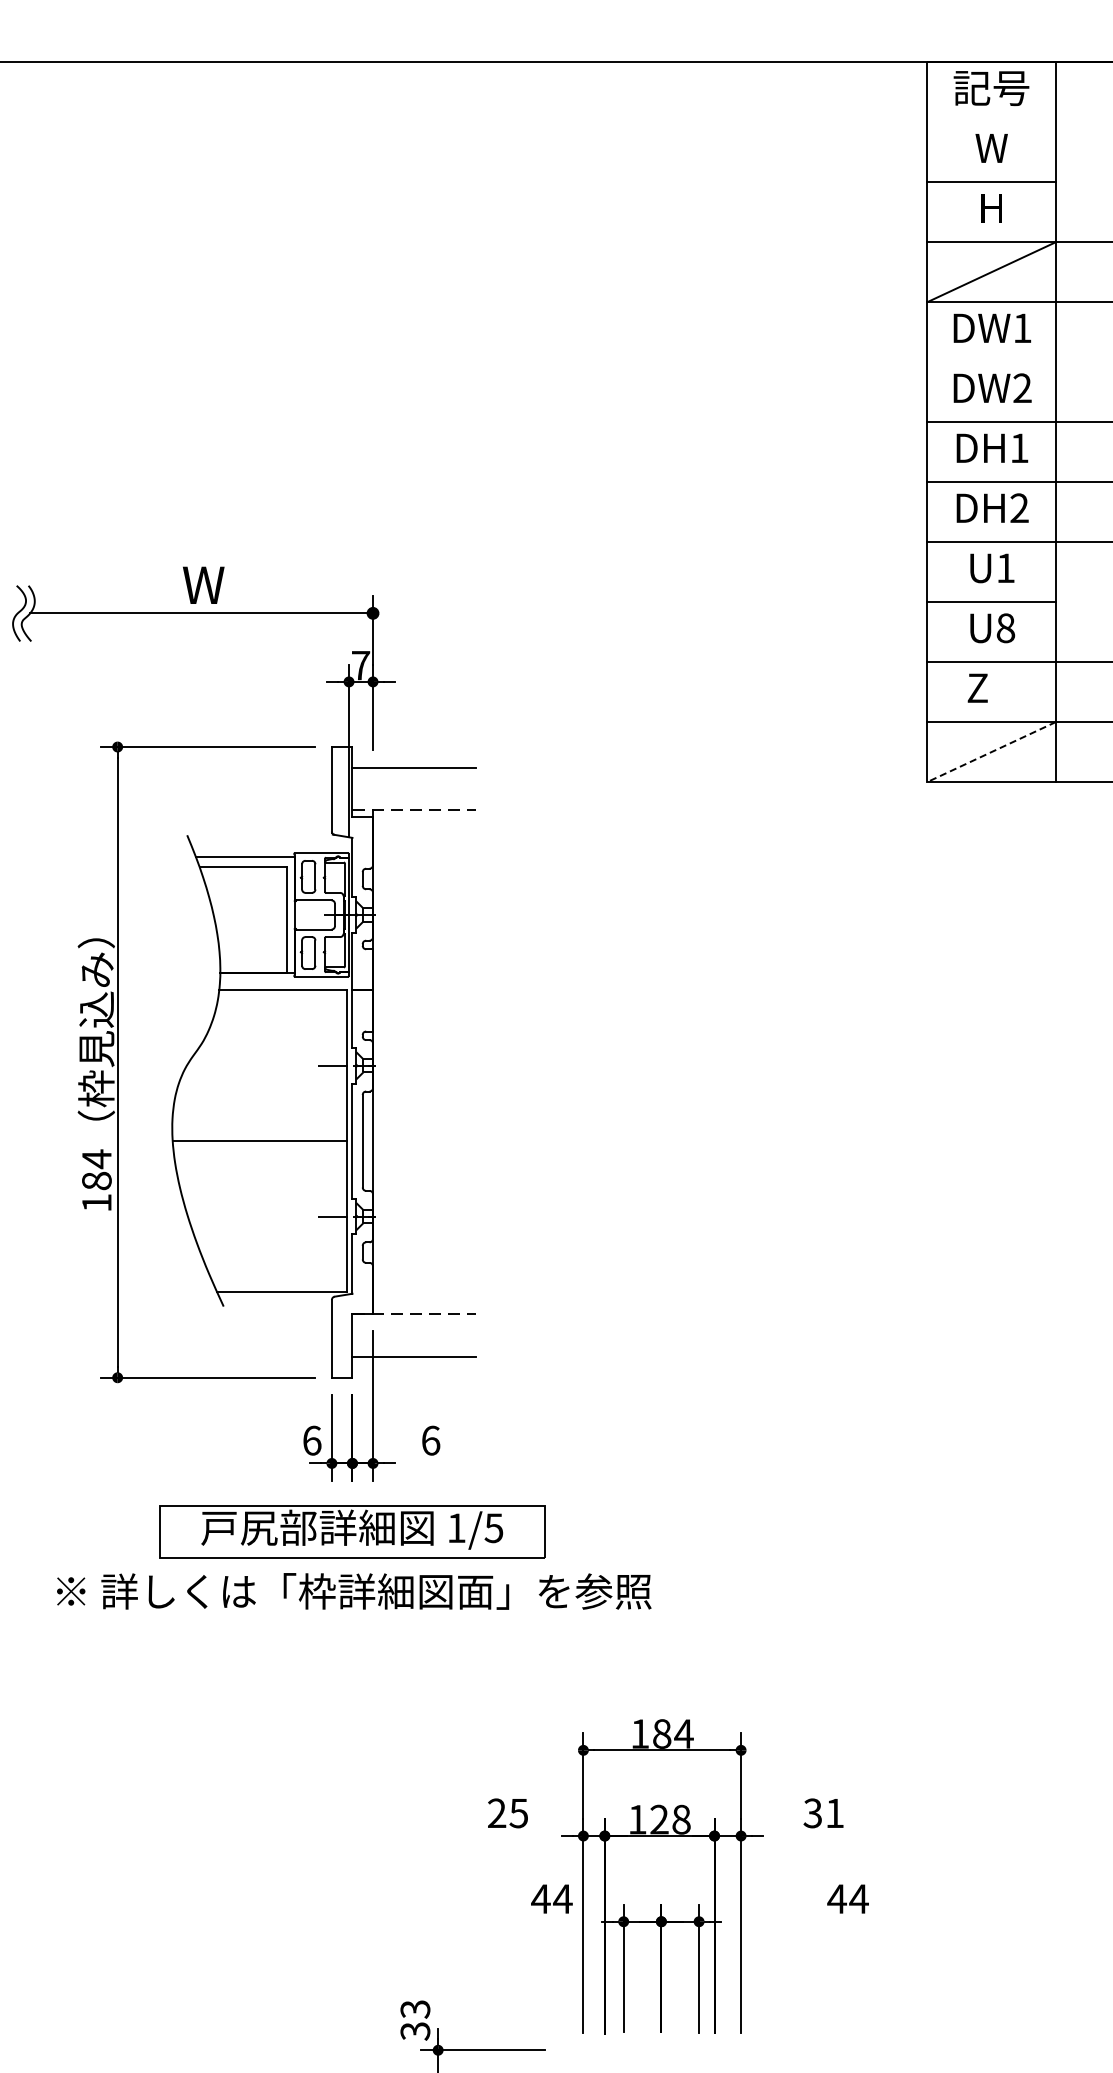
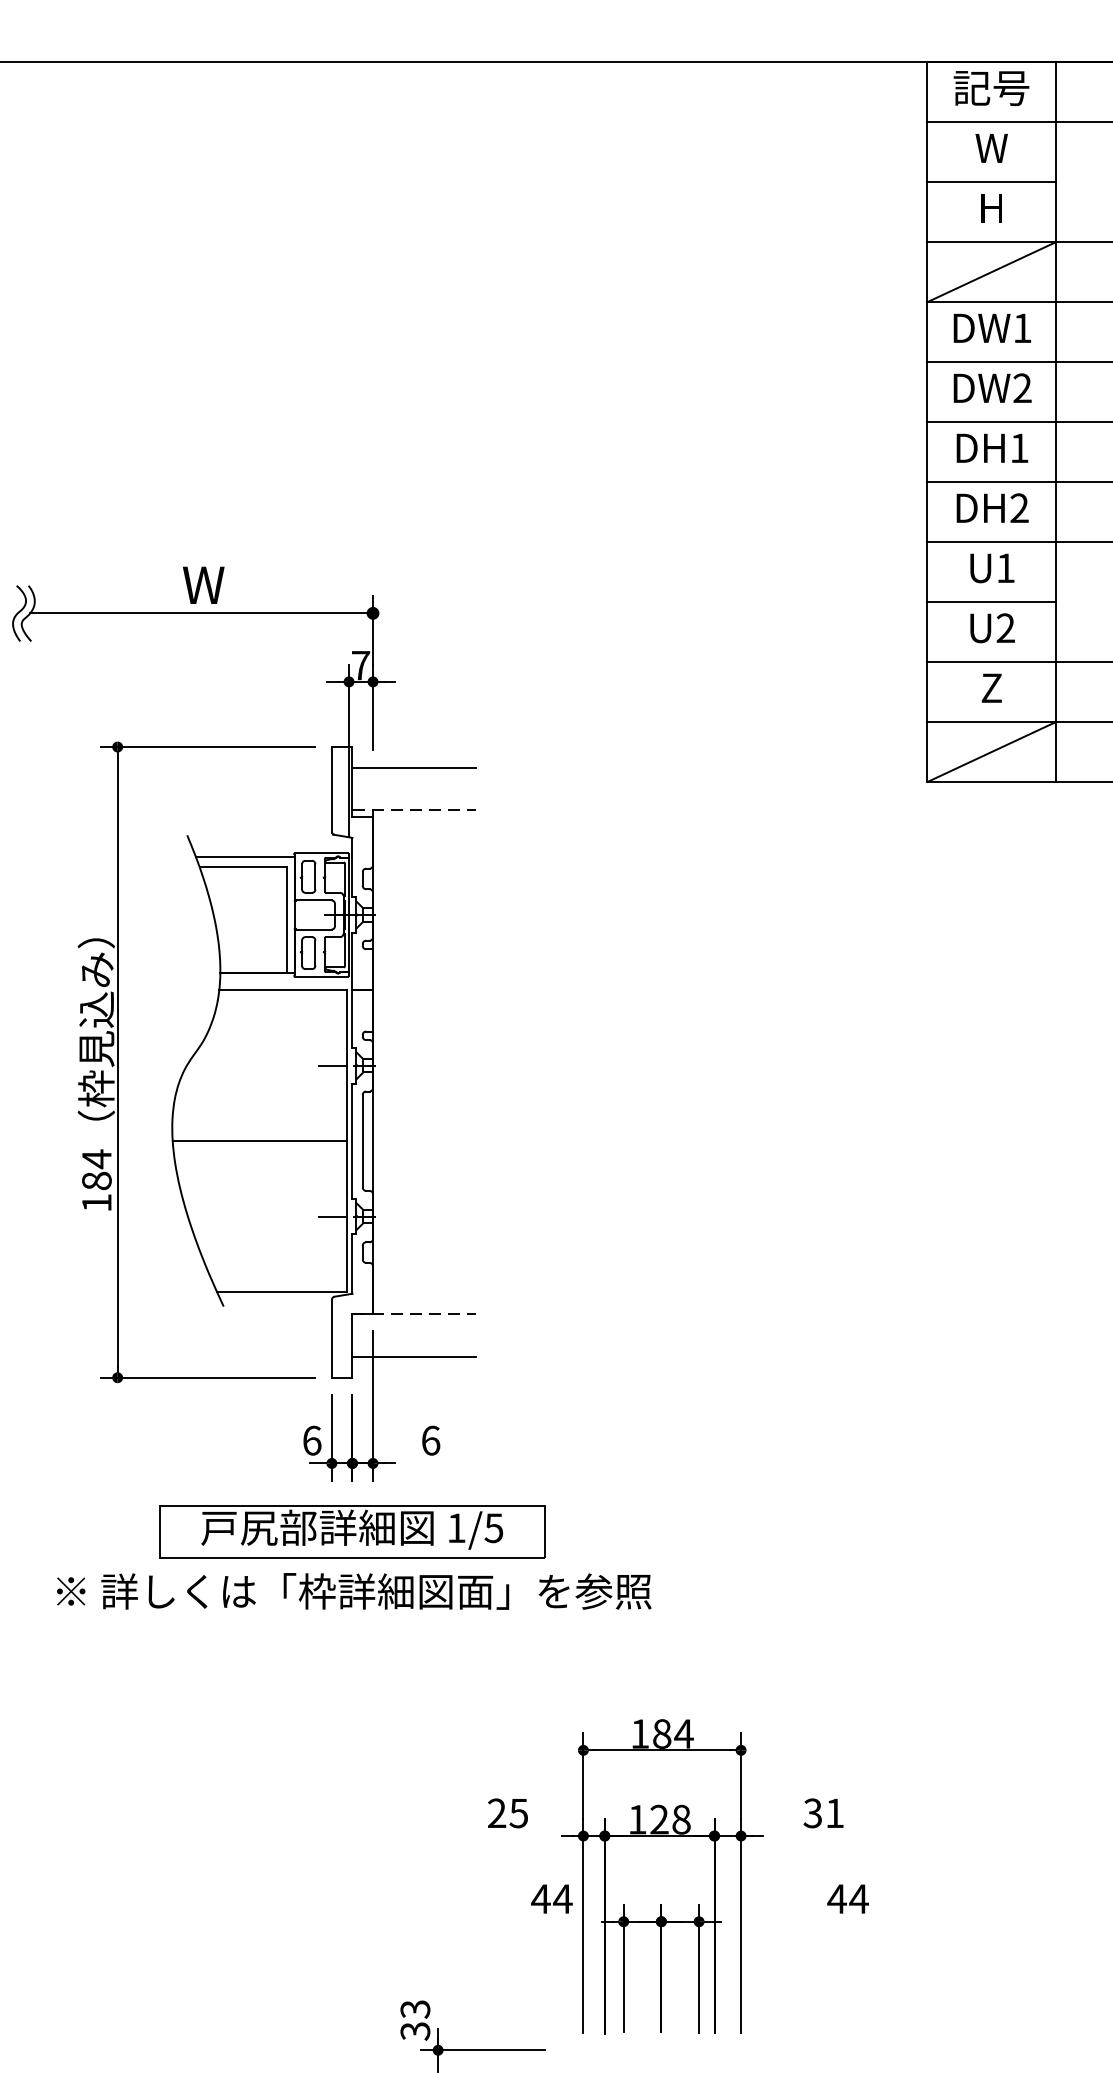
line at (1018, 122): none -> present
line at (1018, 362): none -> present
text at (1005, 628): U8 -> U2
text at (977, 687) position: (977, 687) -> (991, 687)
line at (991, 752): dashed -> solid
